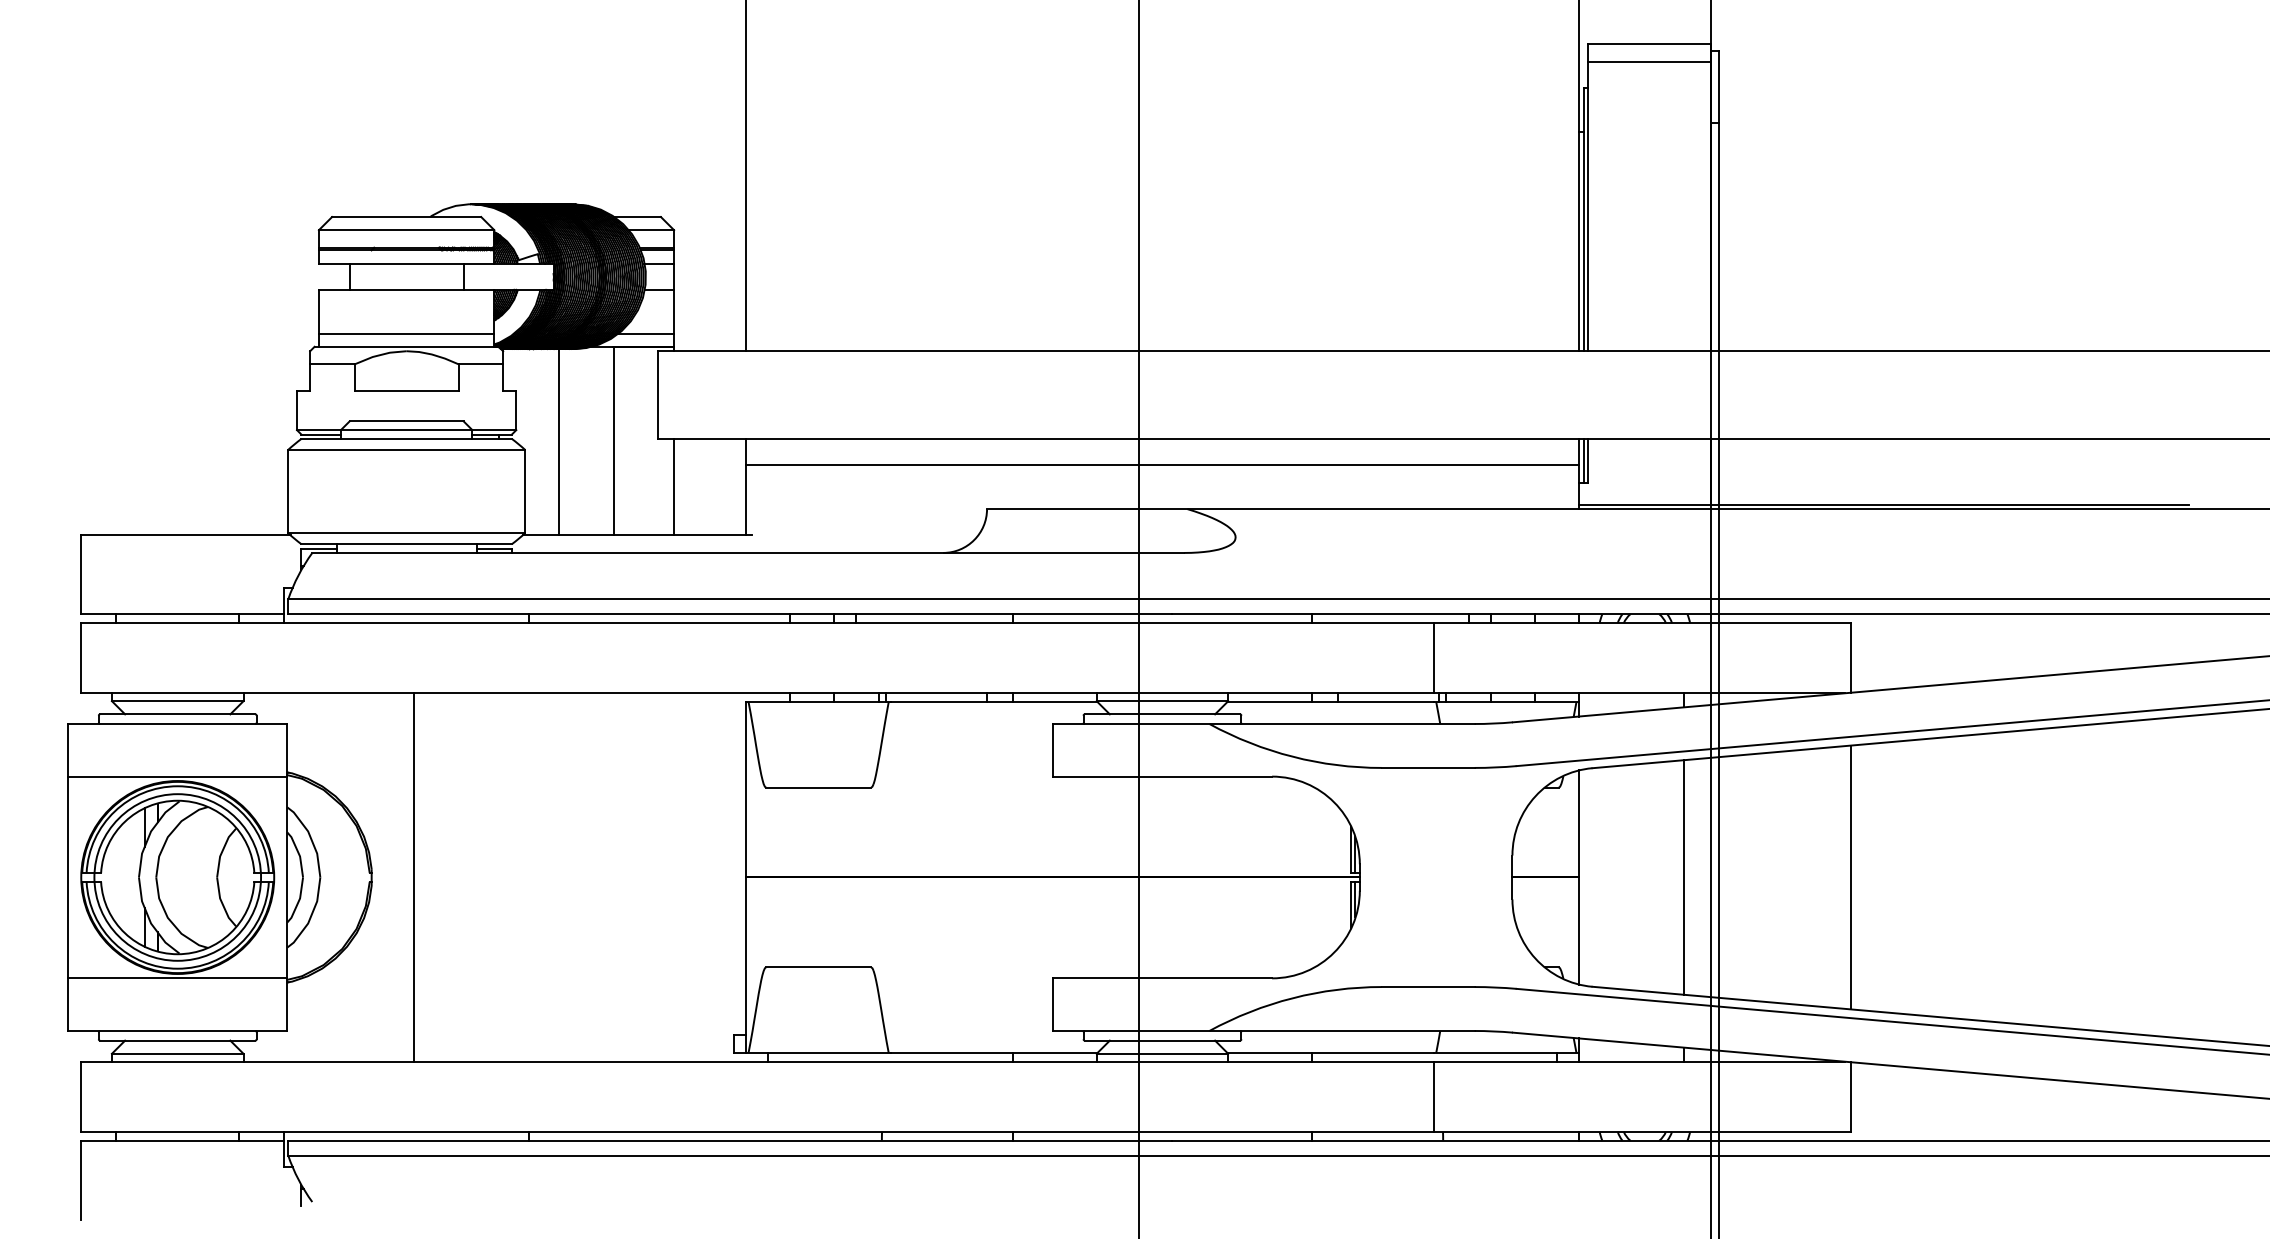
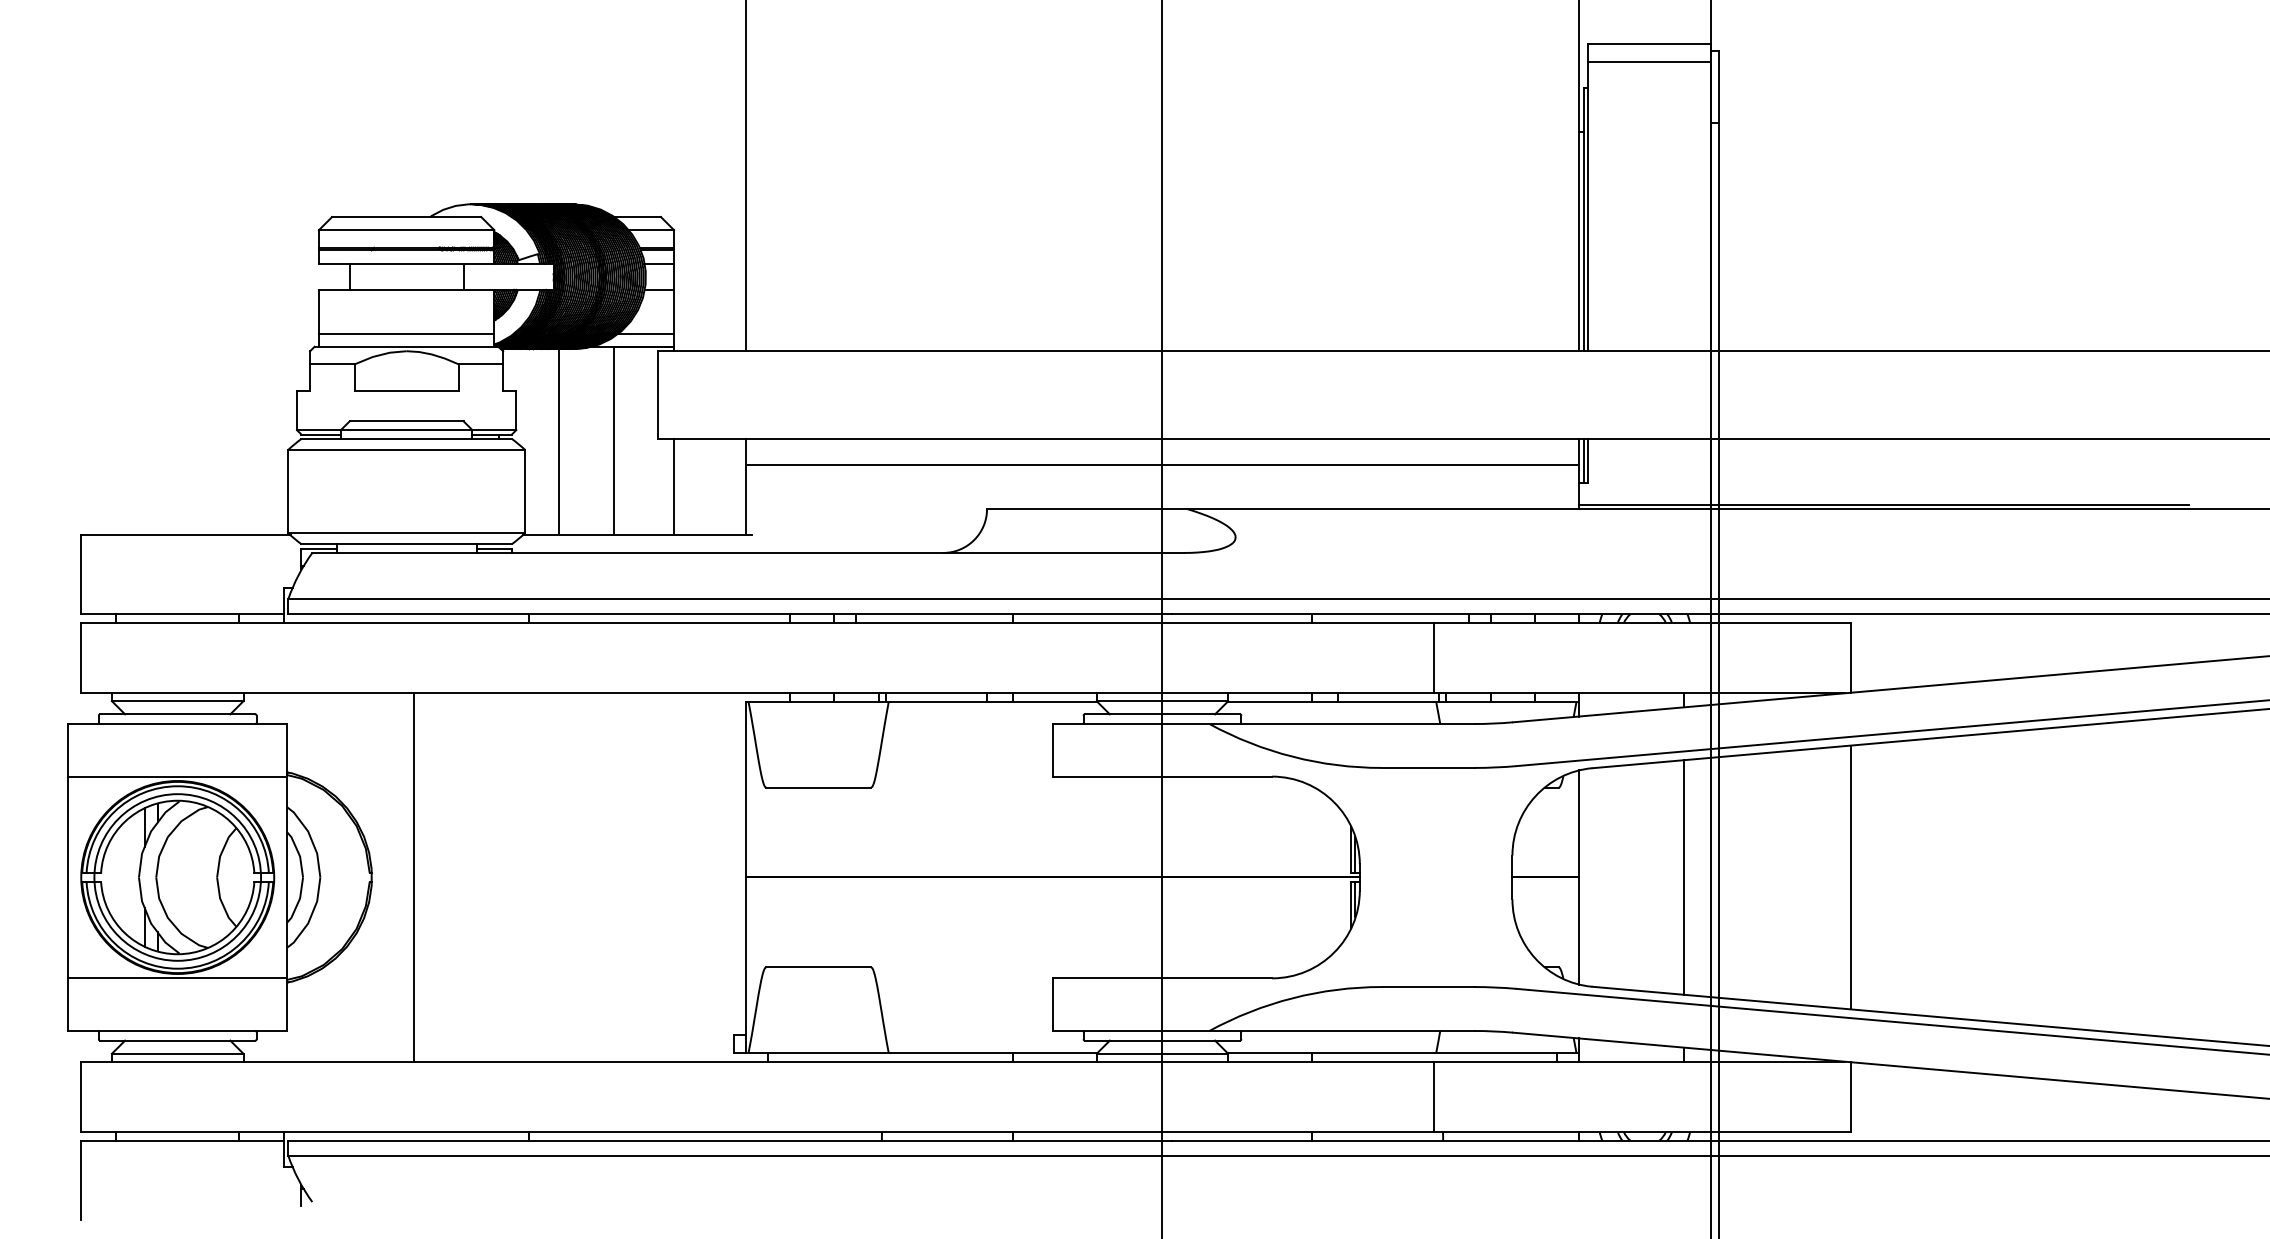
line at (1139, 618) position: (1139, 618) -> (1162, 618)
